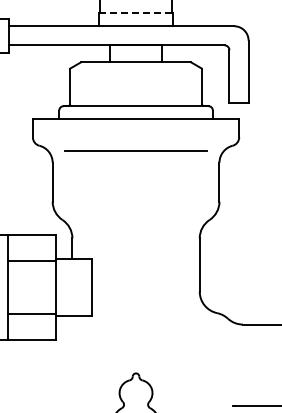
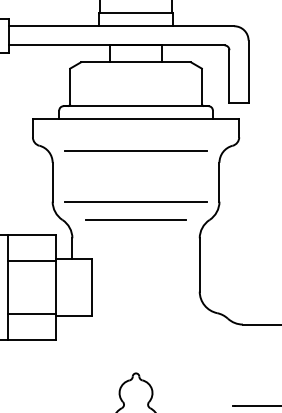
line at (136, 13): dashed -> solid
line at (135, 201): none -> present
line at (135, 219): none -> present
